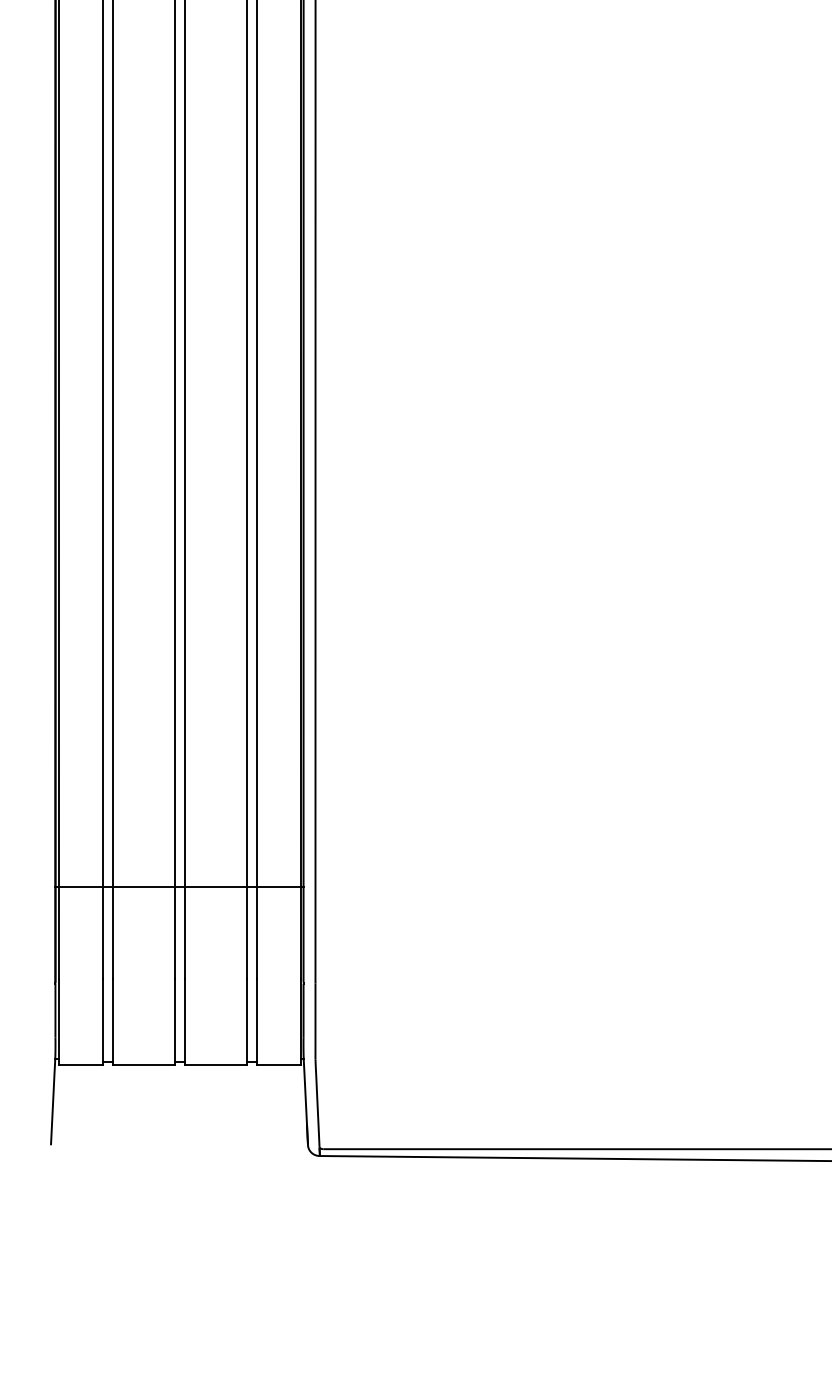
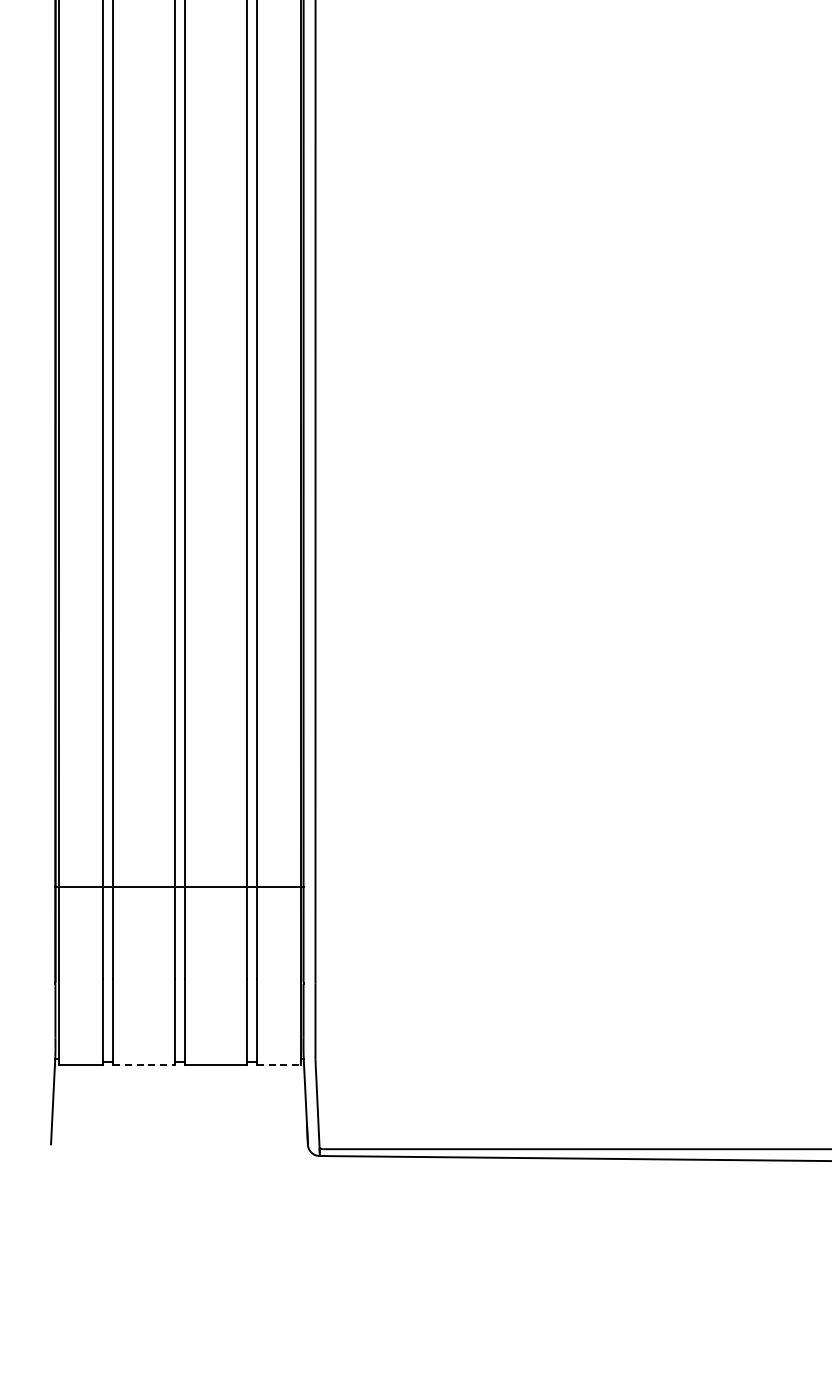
line at (144, 1065): solid -> dashed
line at (278, 1065): solid -> dashed
